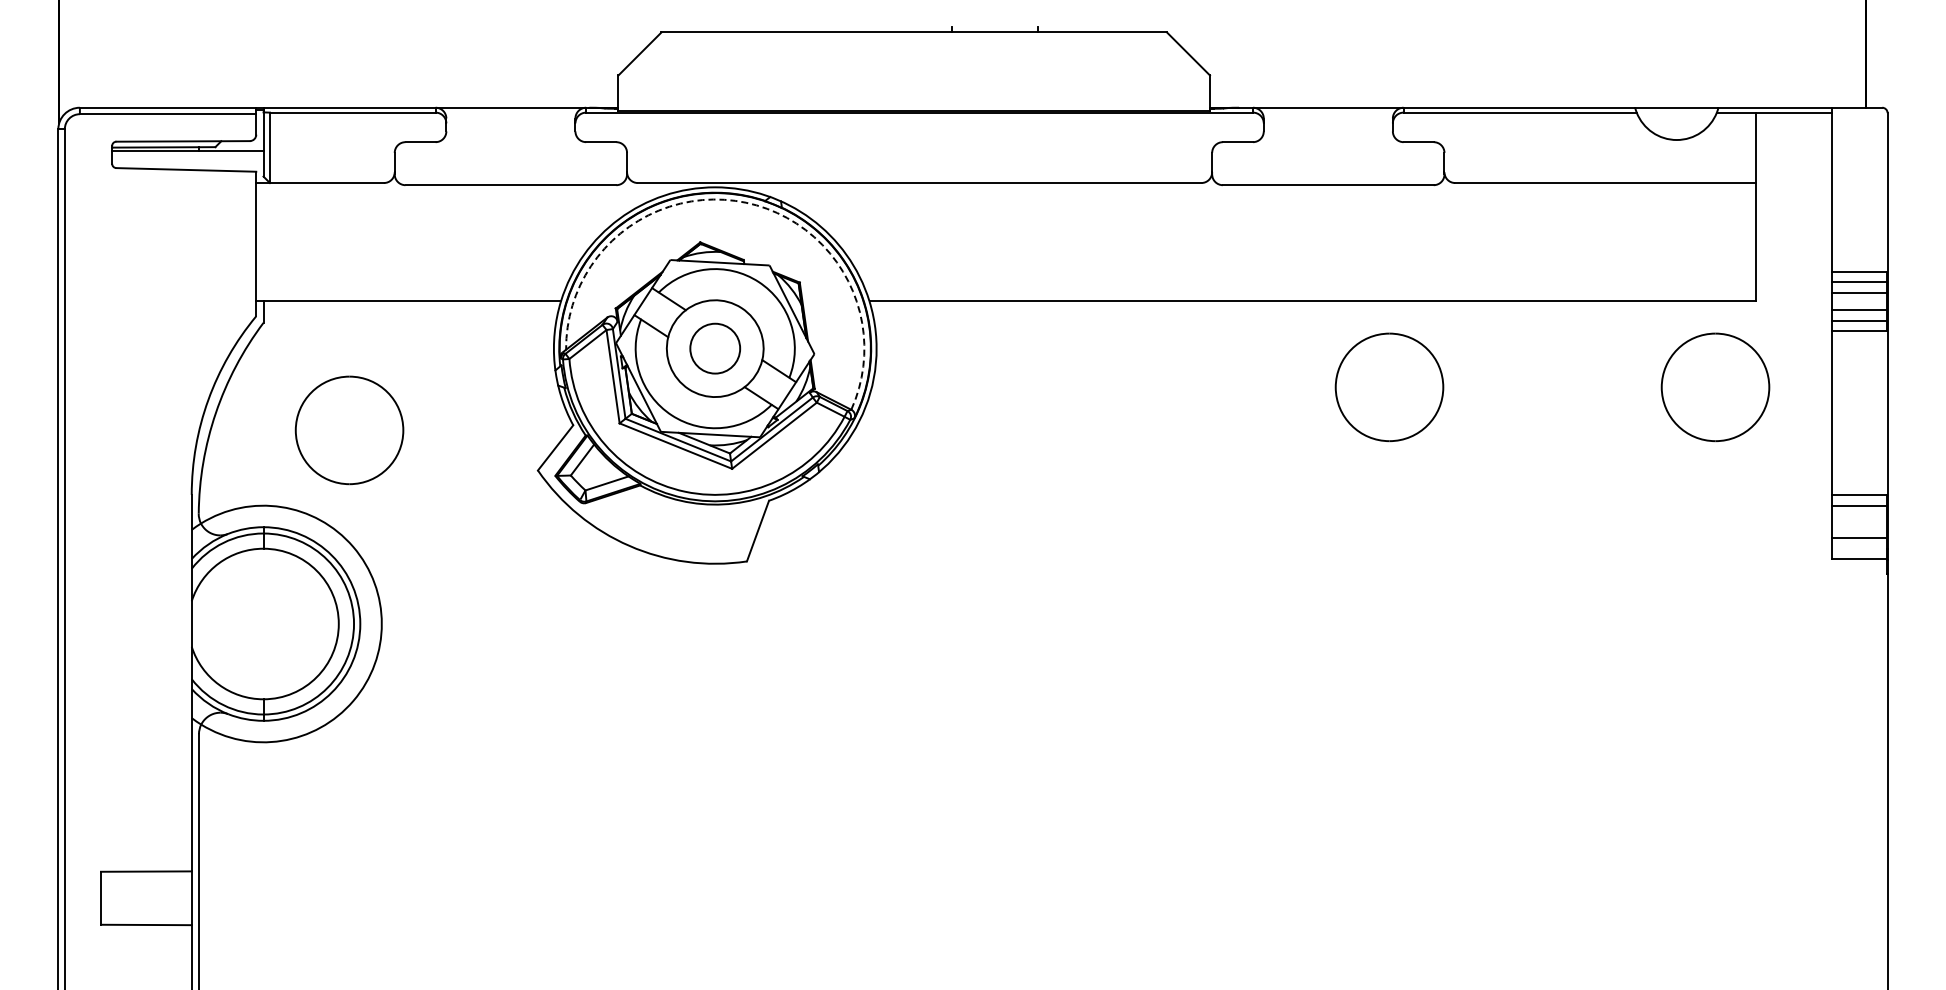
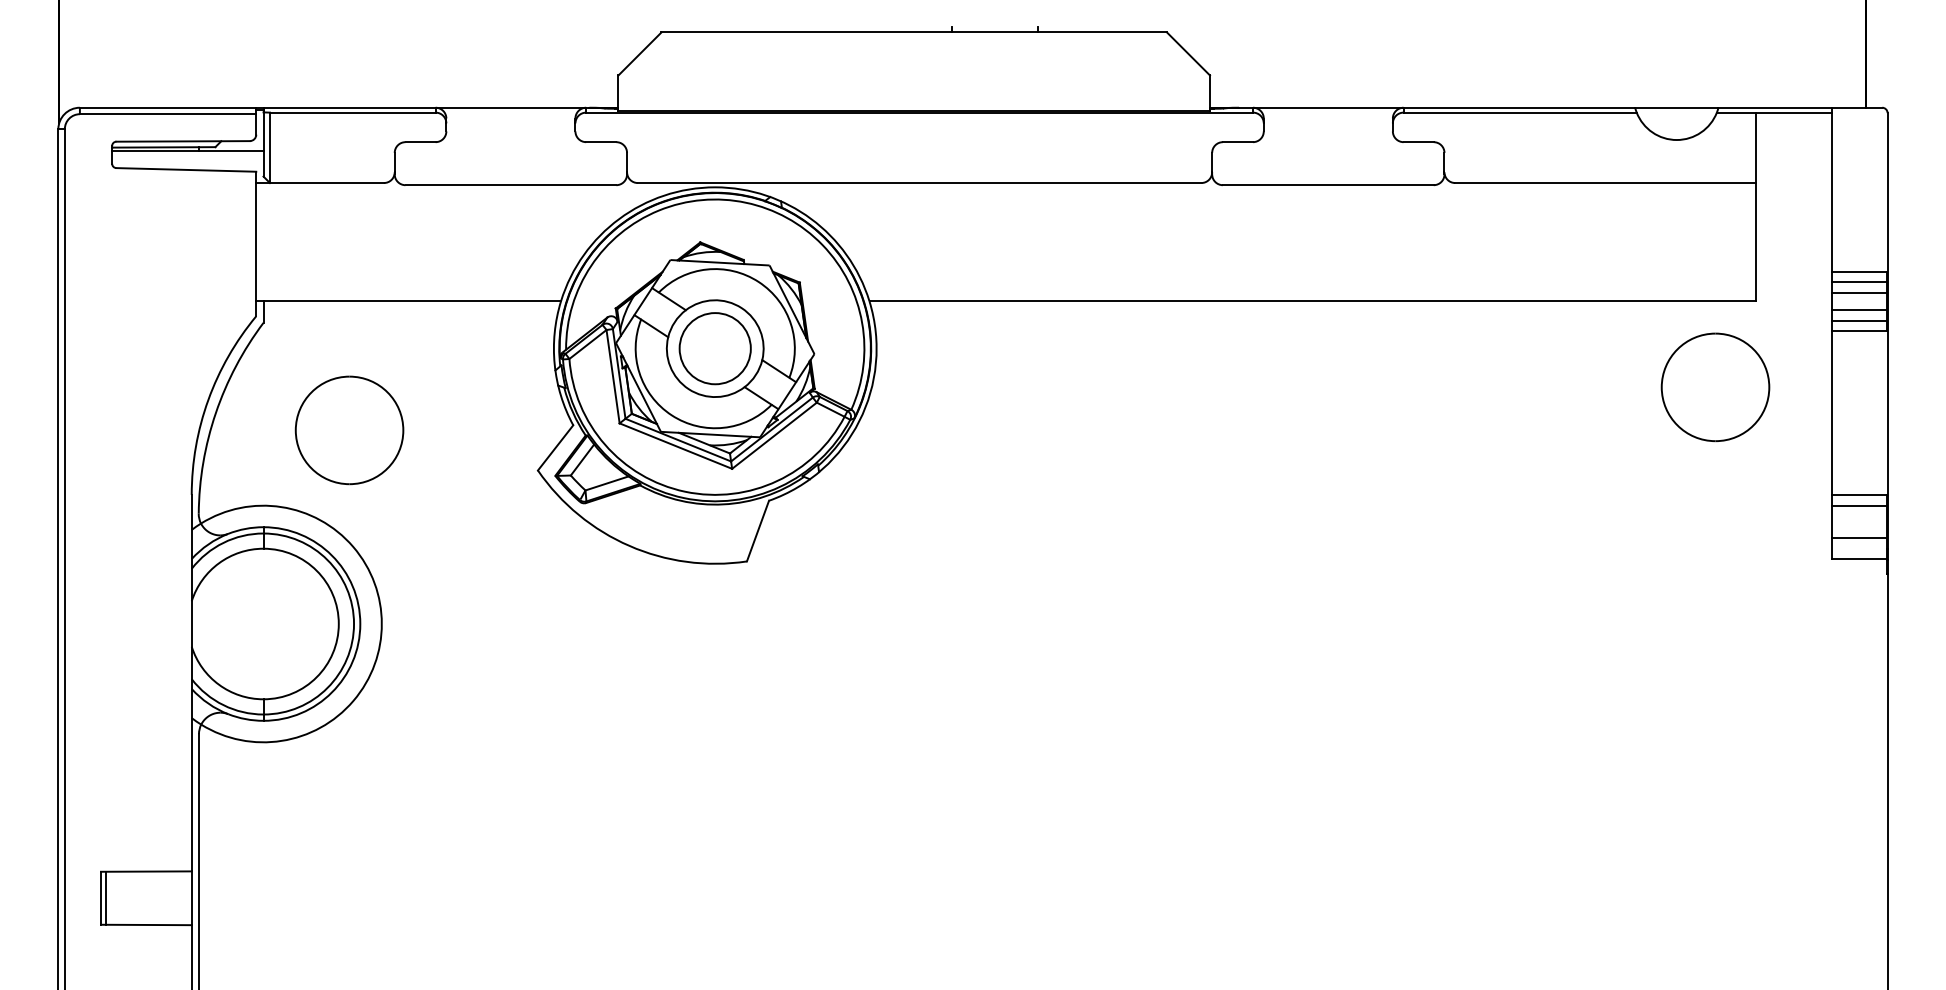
arc at (745, 202): dashed -> solid
circle at (715, 348) diameter: 50 px -> 71 px
part at (1389, 387): present -> none
line at (105, 897): none -> present
